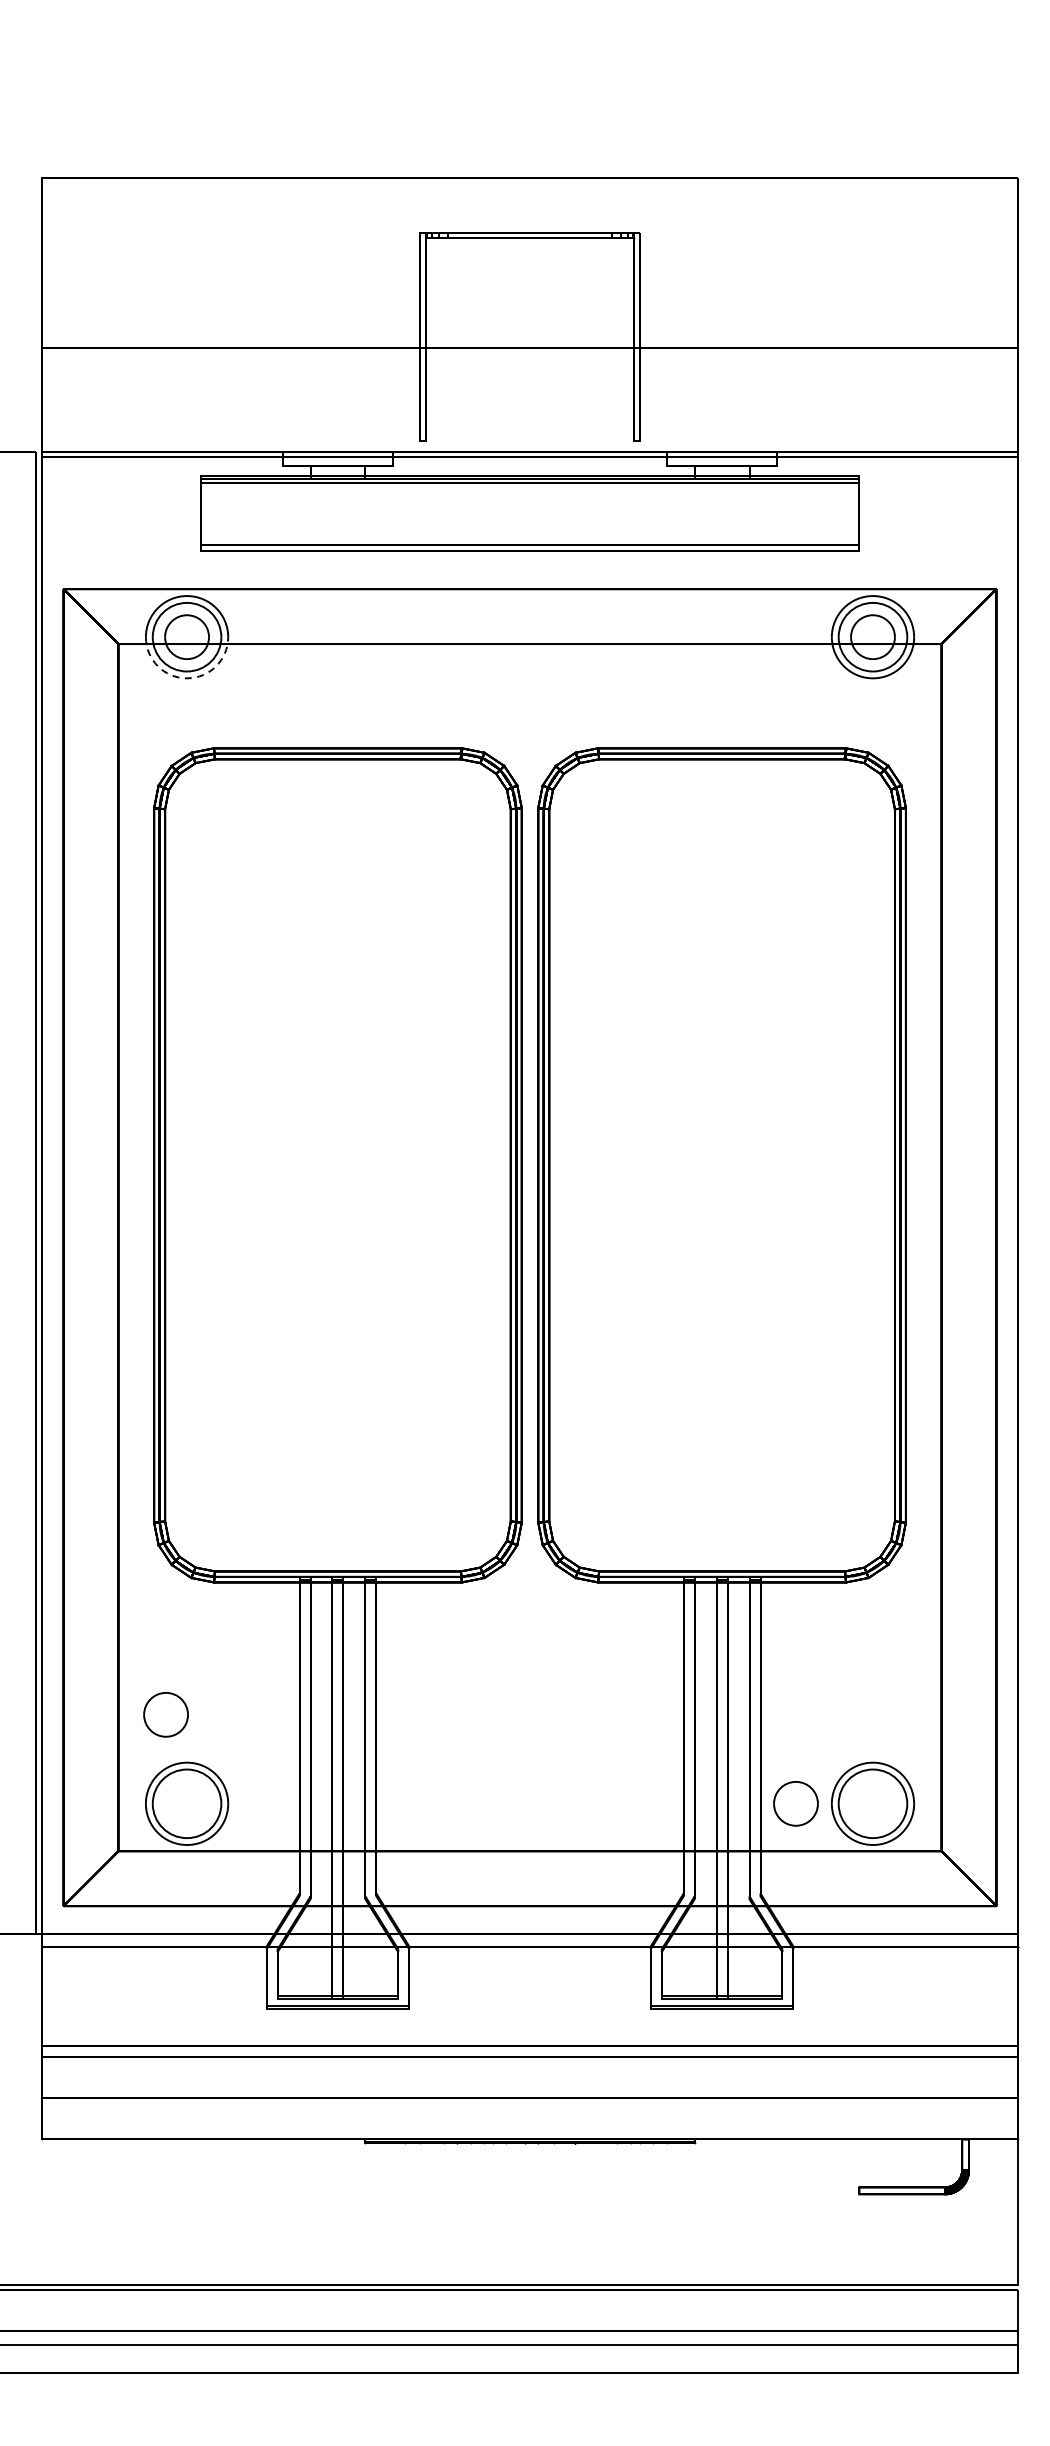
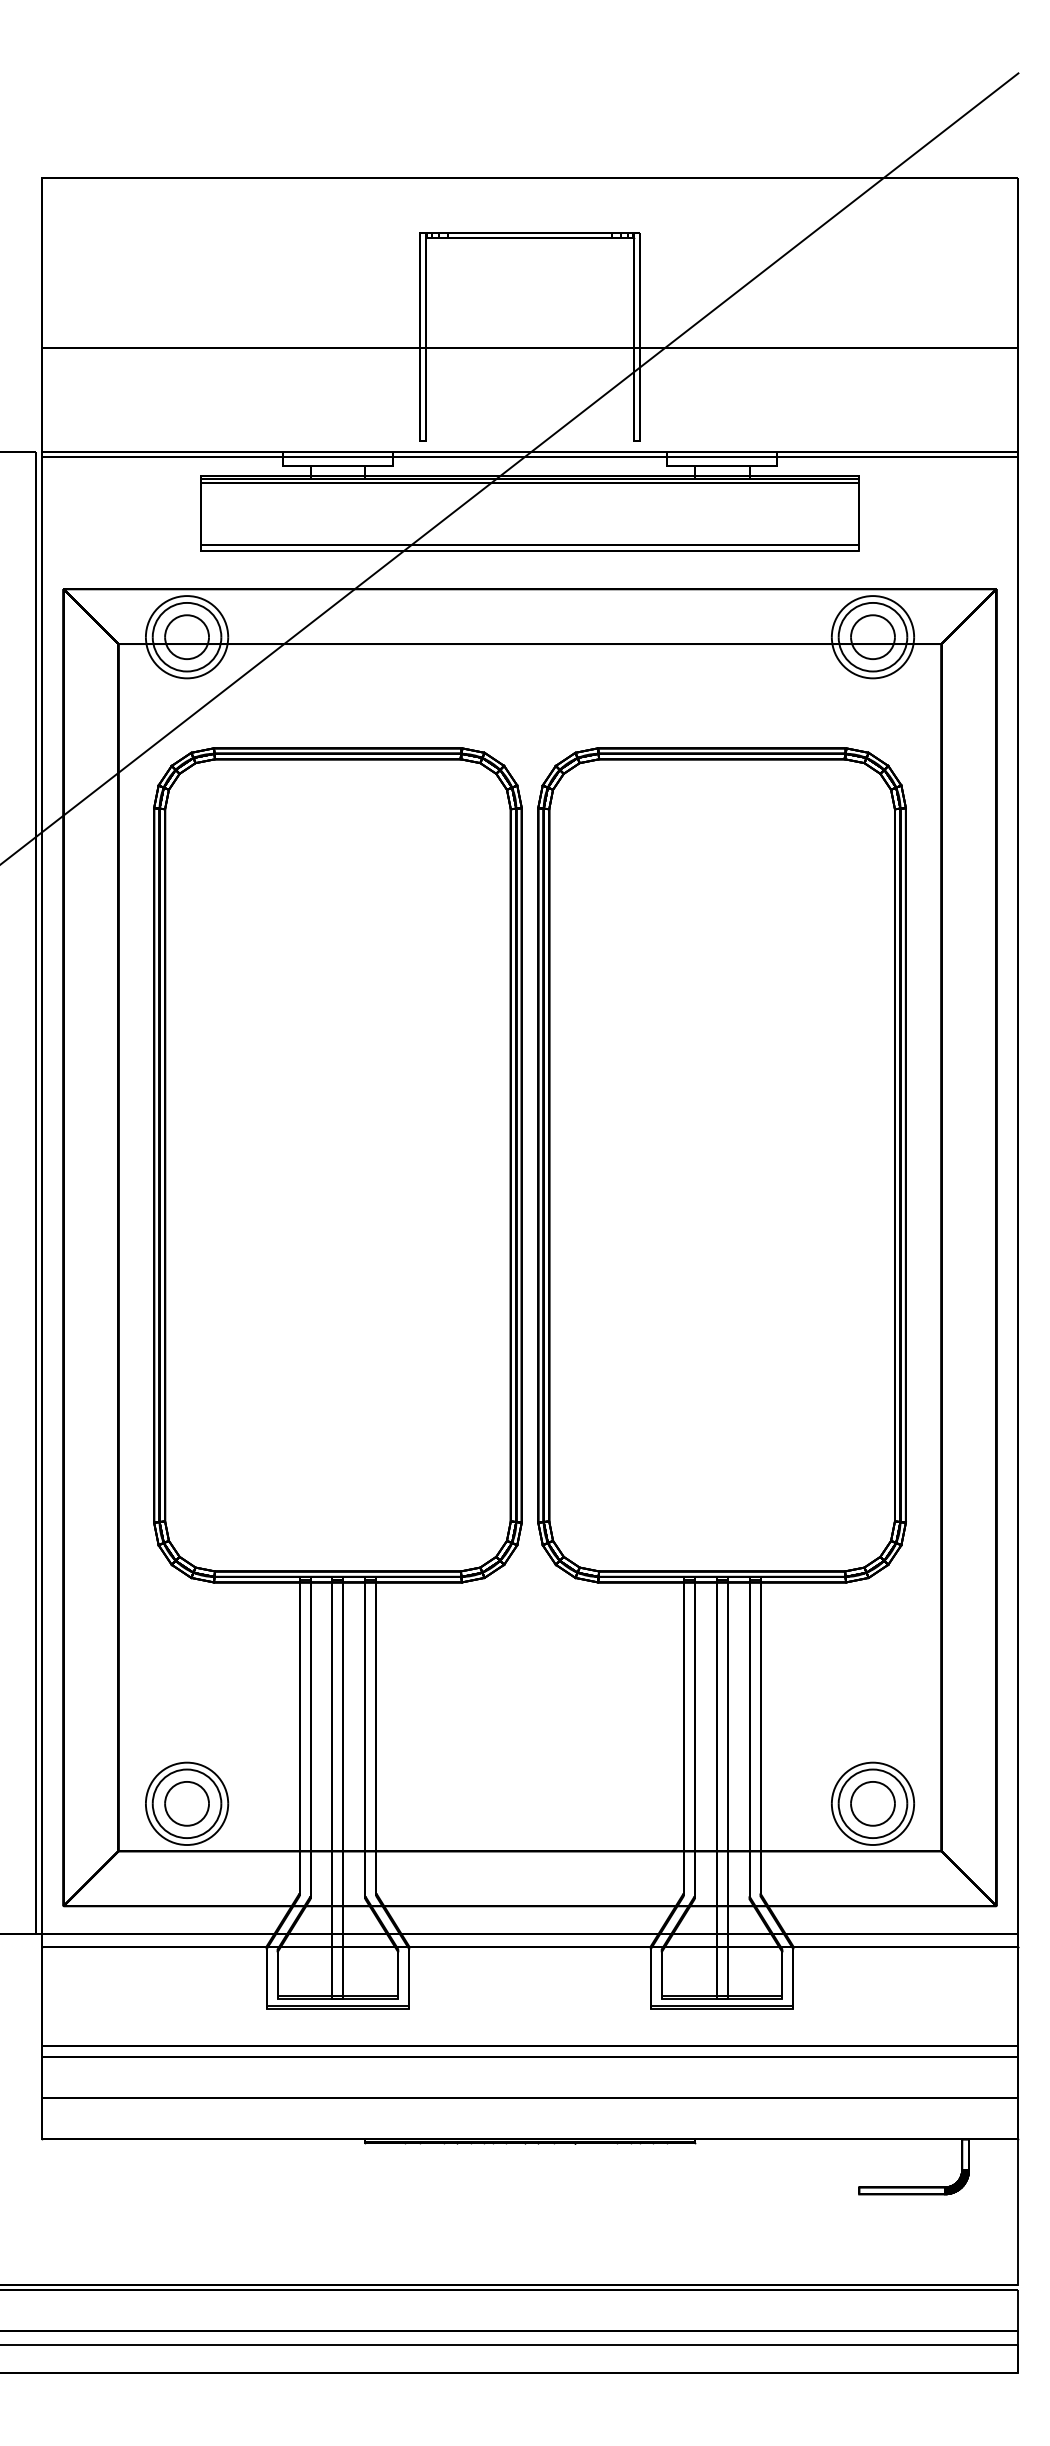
line at (510, 468): none -> present
arc at (187, 678): dashed -> solid
part at (165, 1714) position: (165, 1714) -> (186, 1803)
part at (795, 1803) position: (795, 1803) -> (872, 1803)
